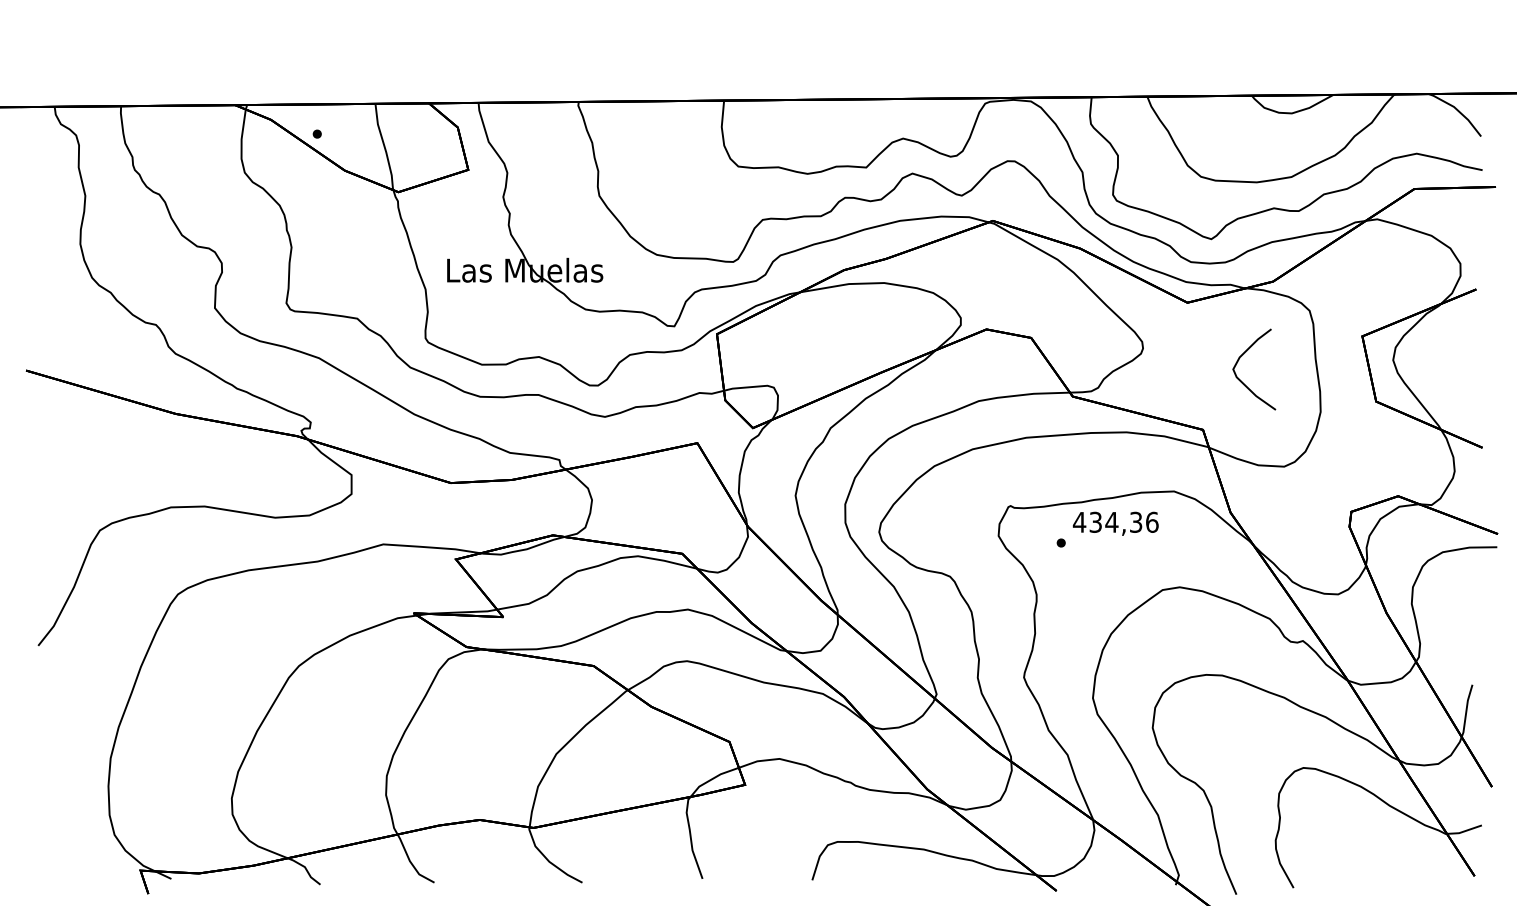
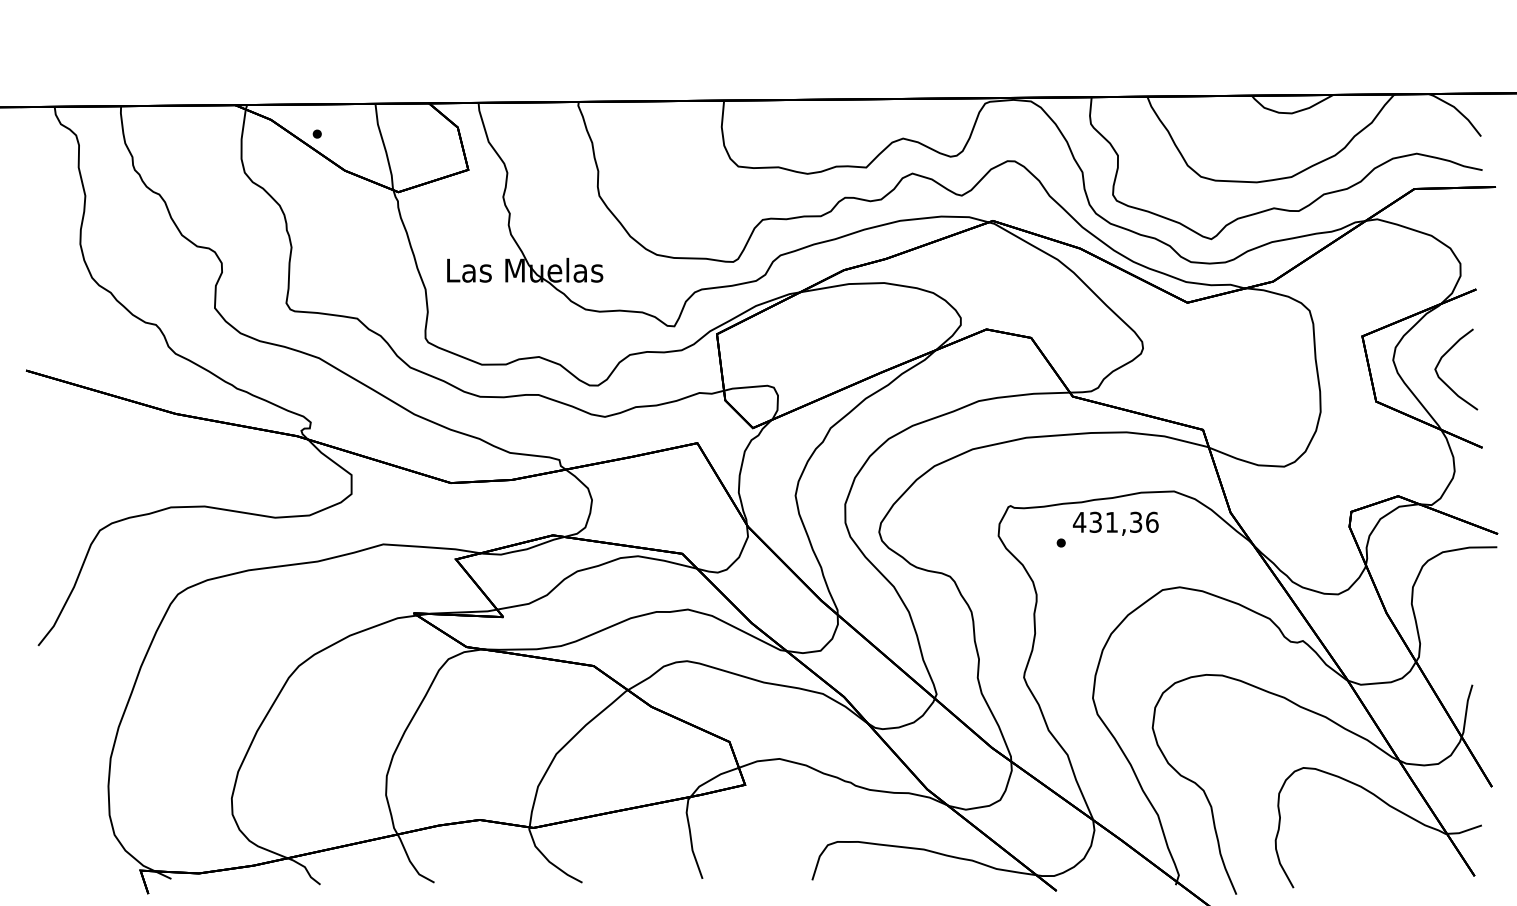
curve at (1242, 381) position: (1242, 381) -> (1444, 381)
text at (1111, 522): 434,36 -> 431,36
